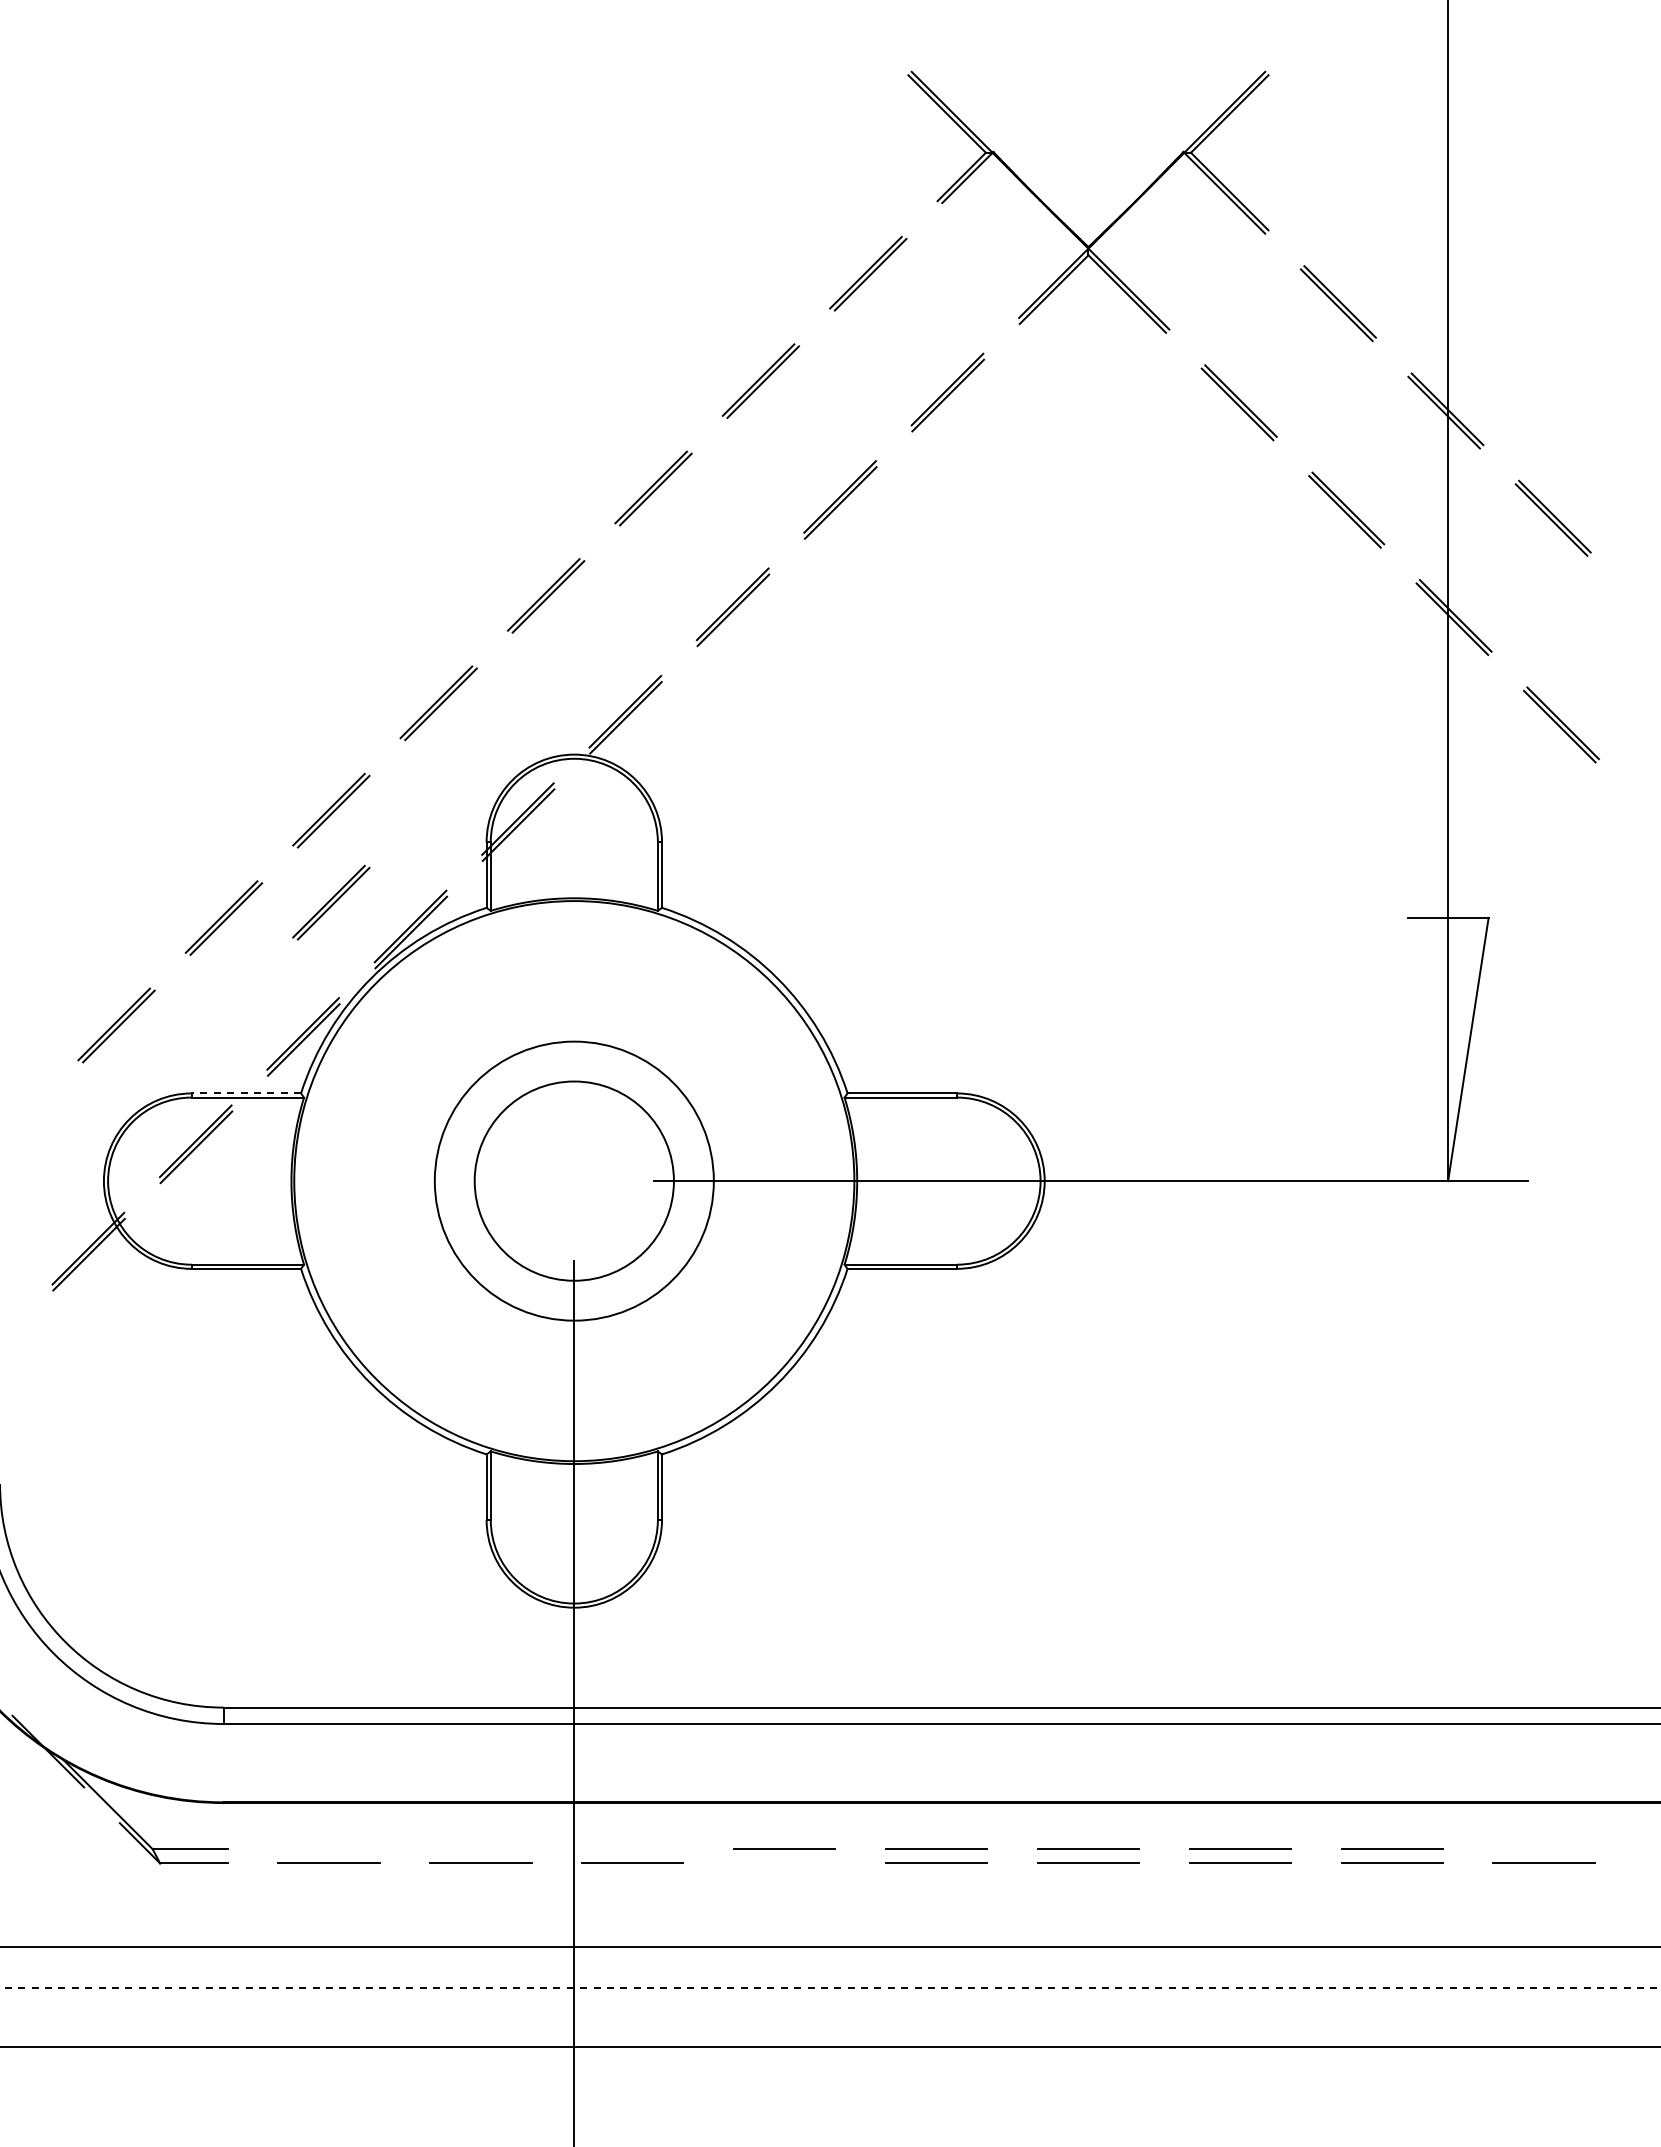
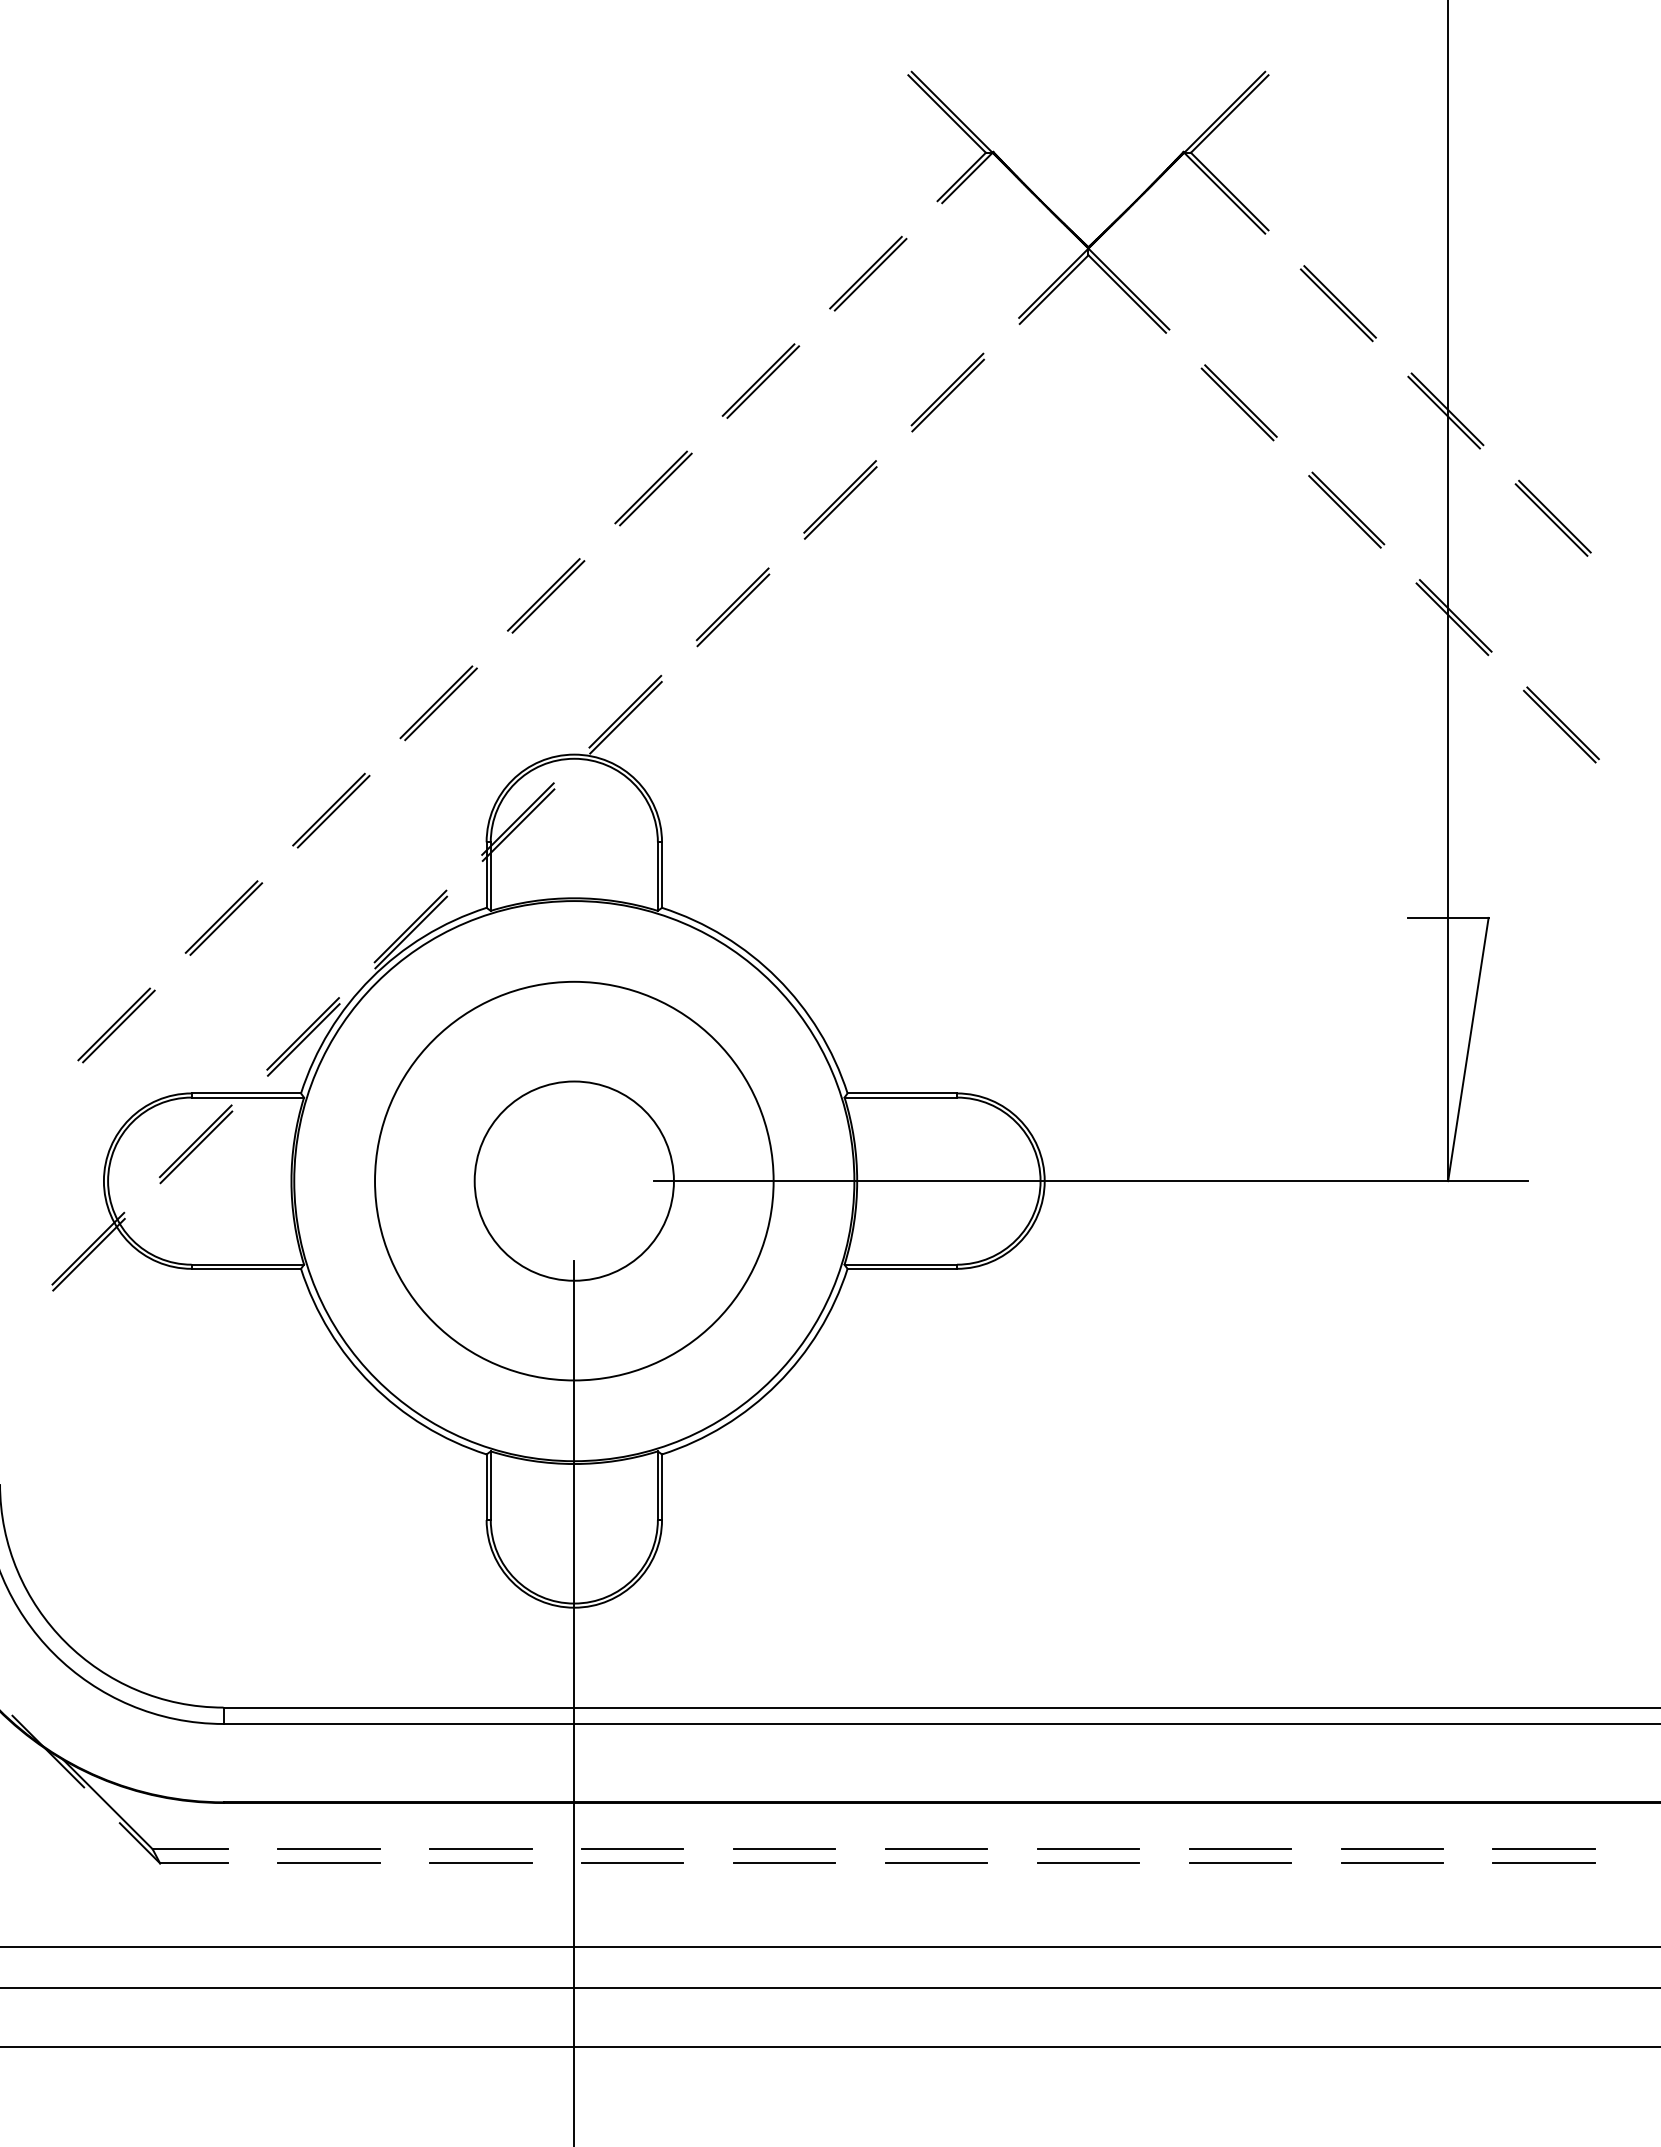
part at (331, 902): present -> none
line at (246, 1093): dashed -> solid
circle at (573, 1180) diameter: 279 px -> 399 px
line at (480, 1848): none -> present
line at (1543, 1848): none -> present
line at (328, 1849): none -> present
line at (632, 1849): none -> present
line at (784, 1863): none -> present
line at (829, 1987): dashed -> solid
